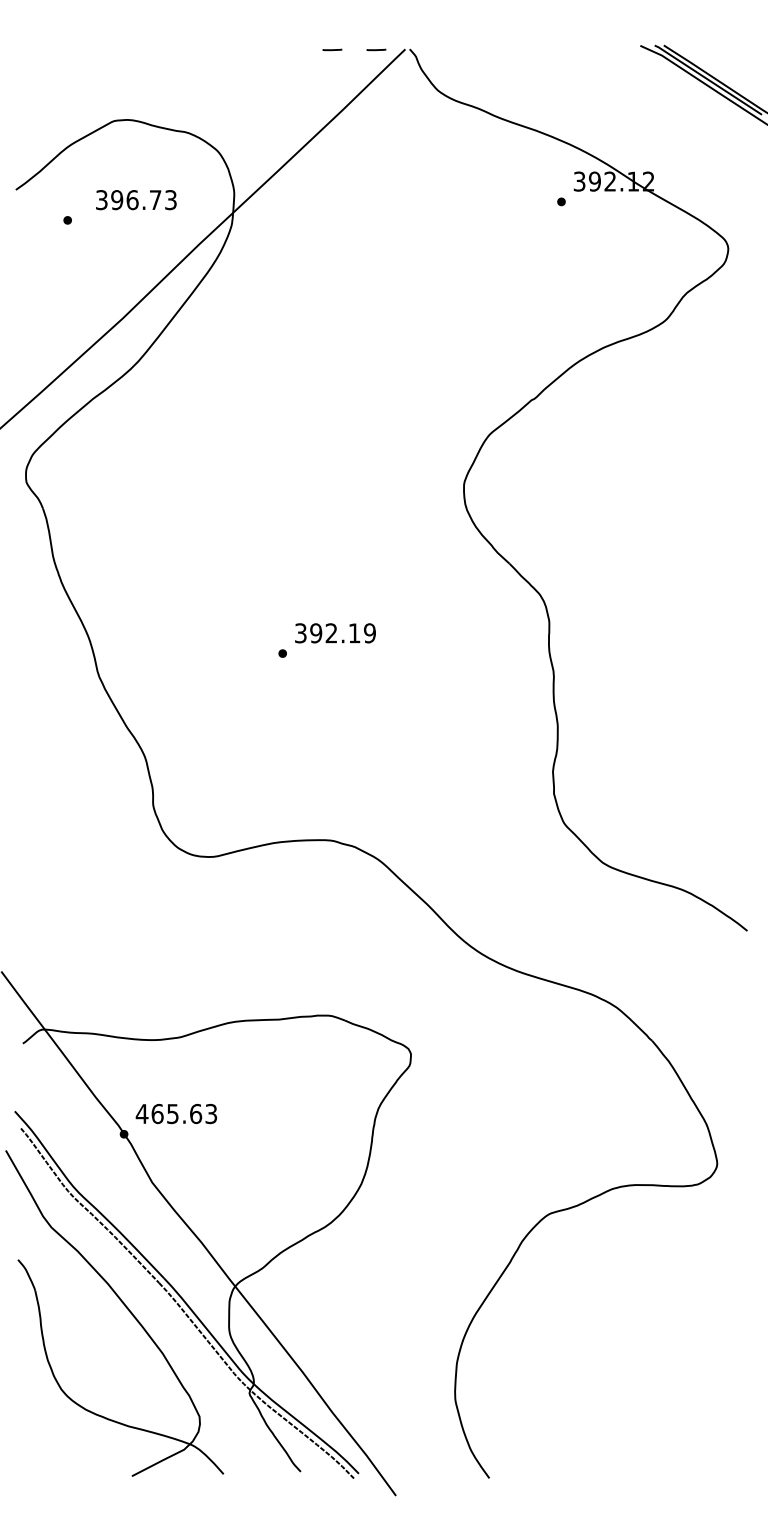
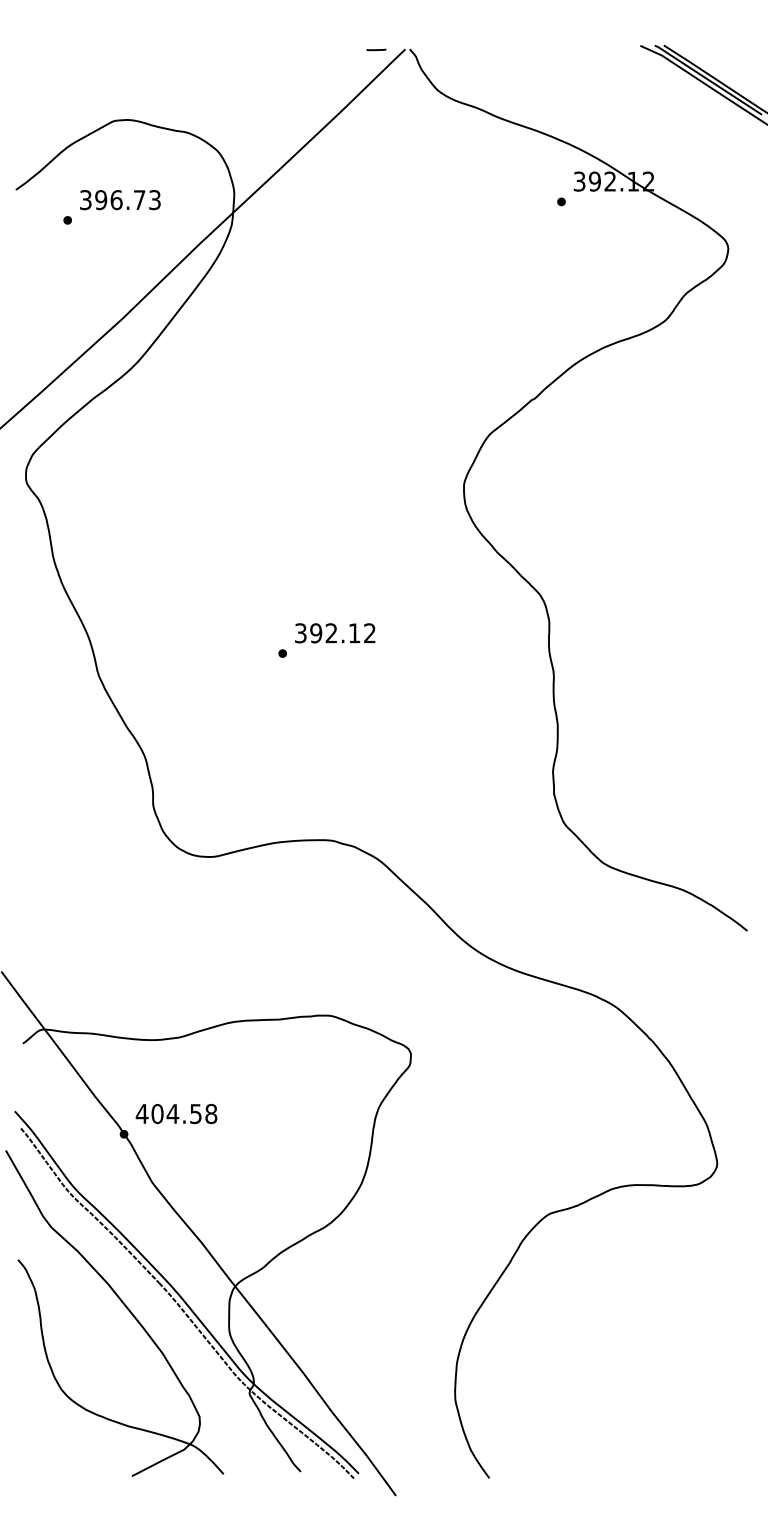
line at (332, 49): present -> none
text at (136, 200) position: (136, 200) -> (120, 200)
text at (369, 633): 392.19 -> 392.12
text at (184, 1113): 465.63 -> 404.58
